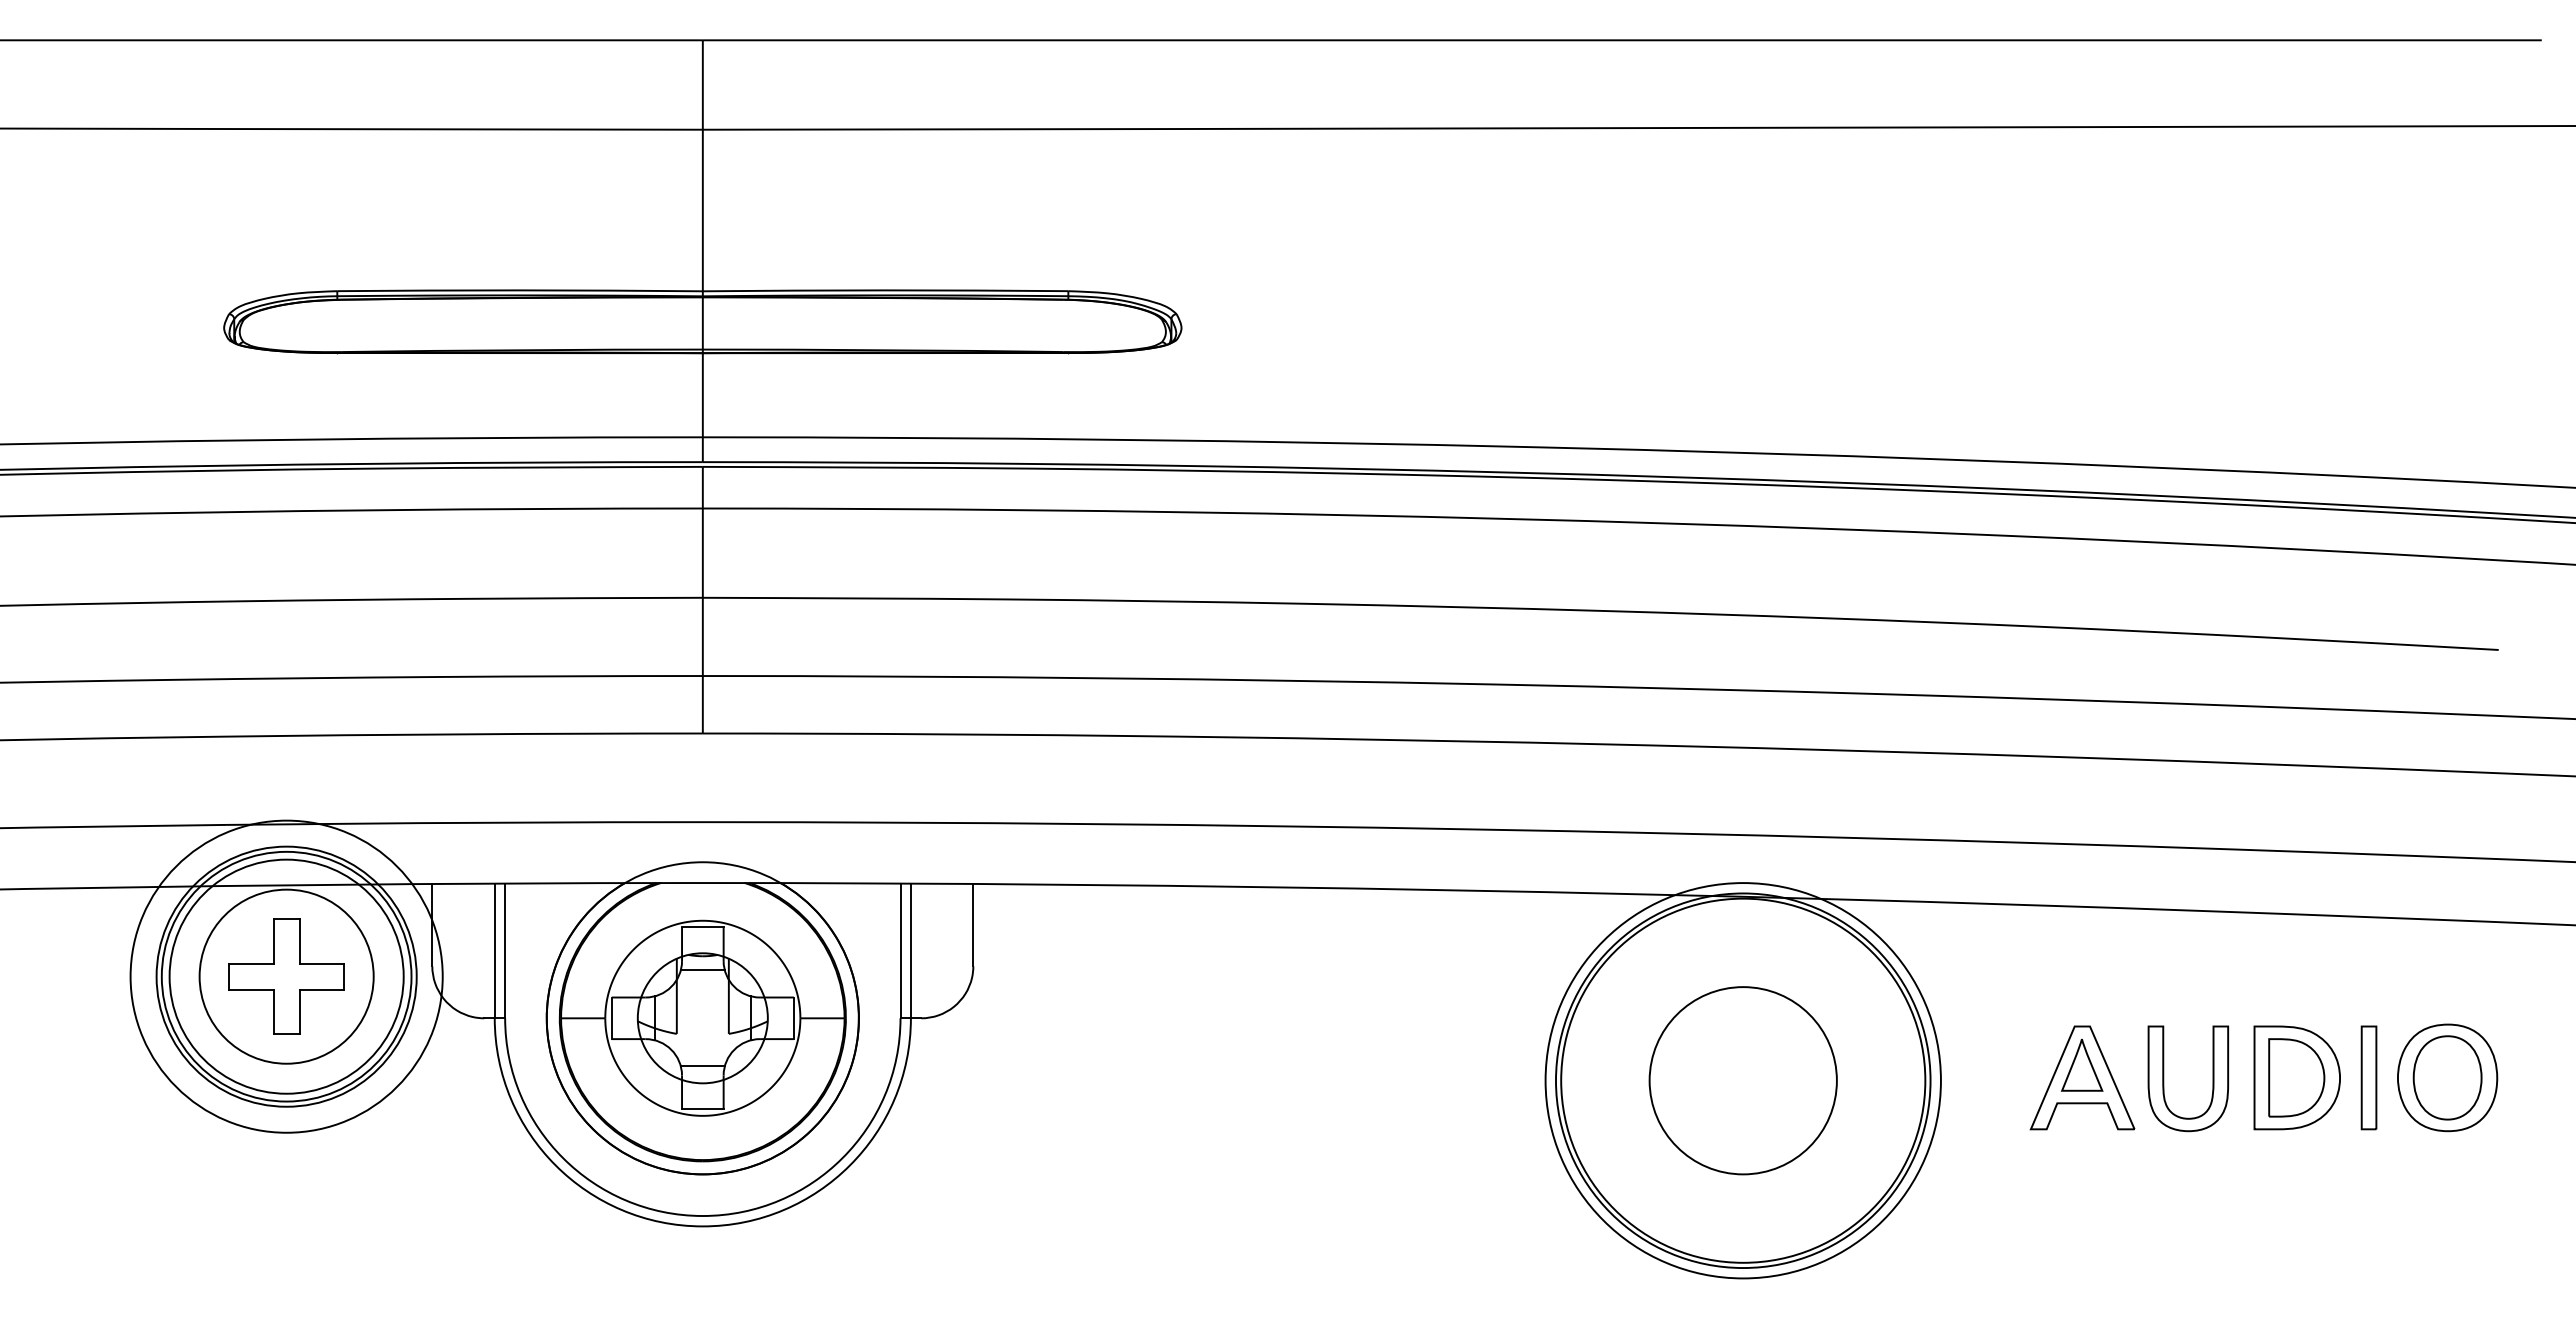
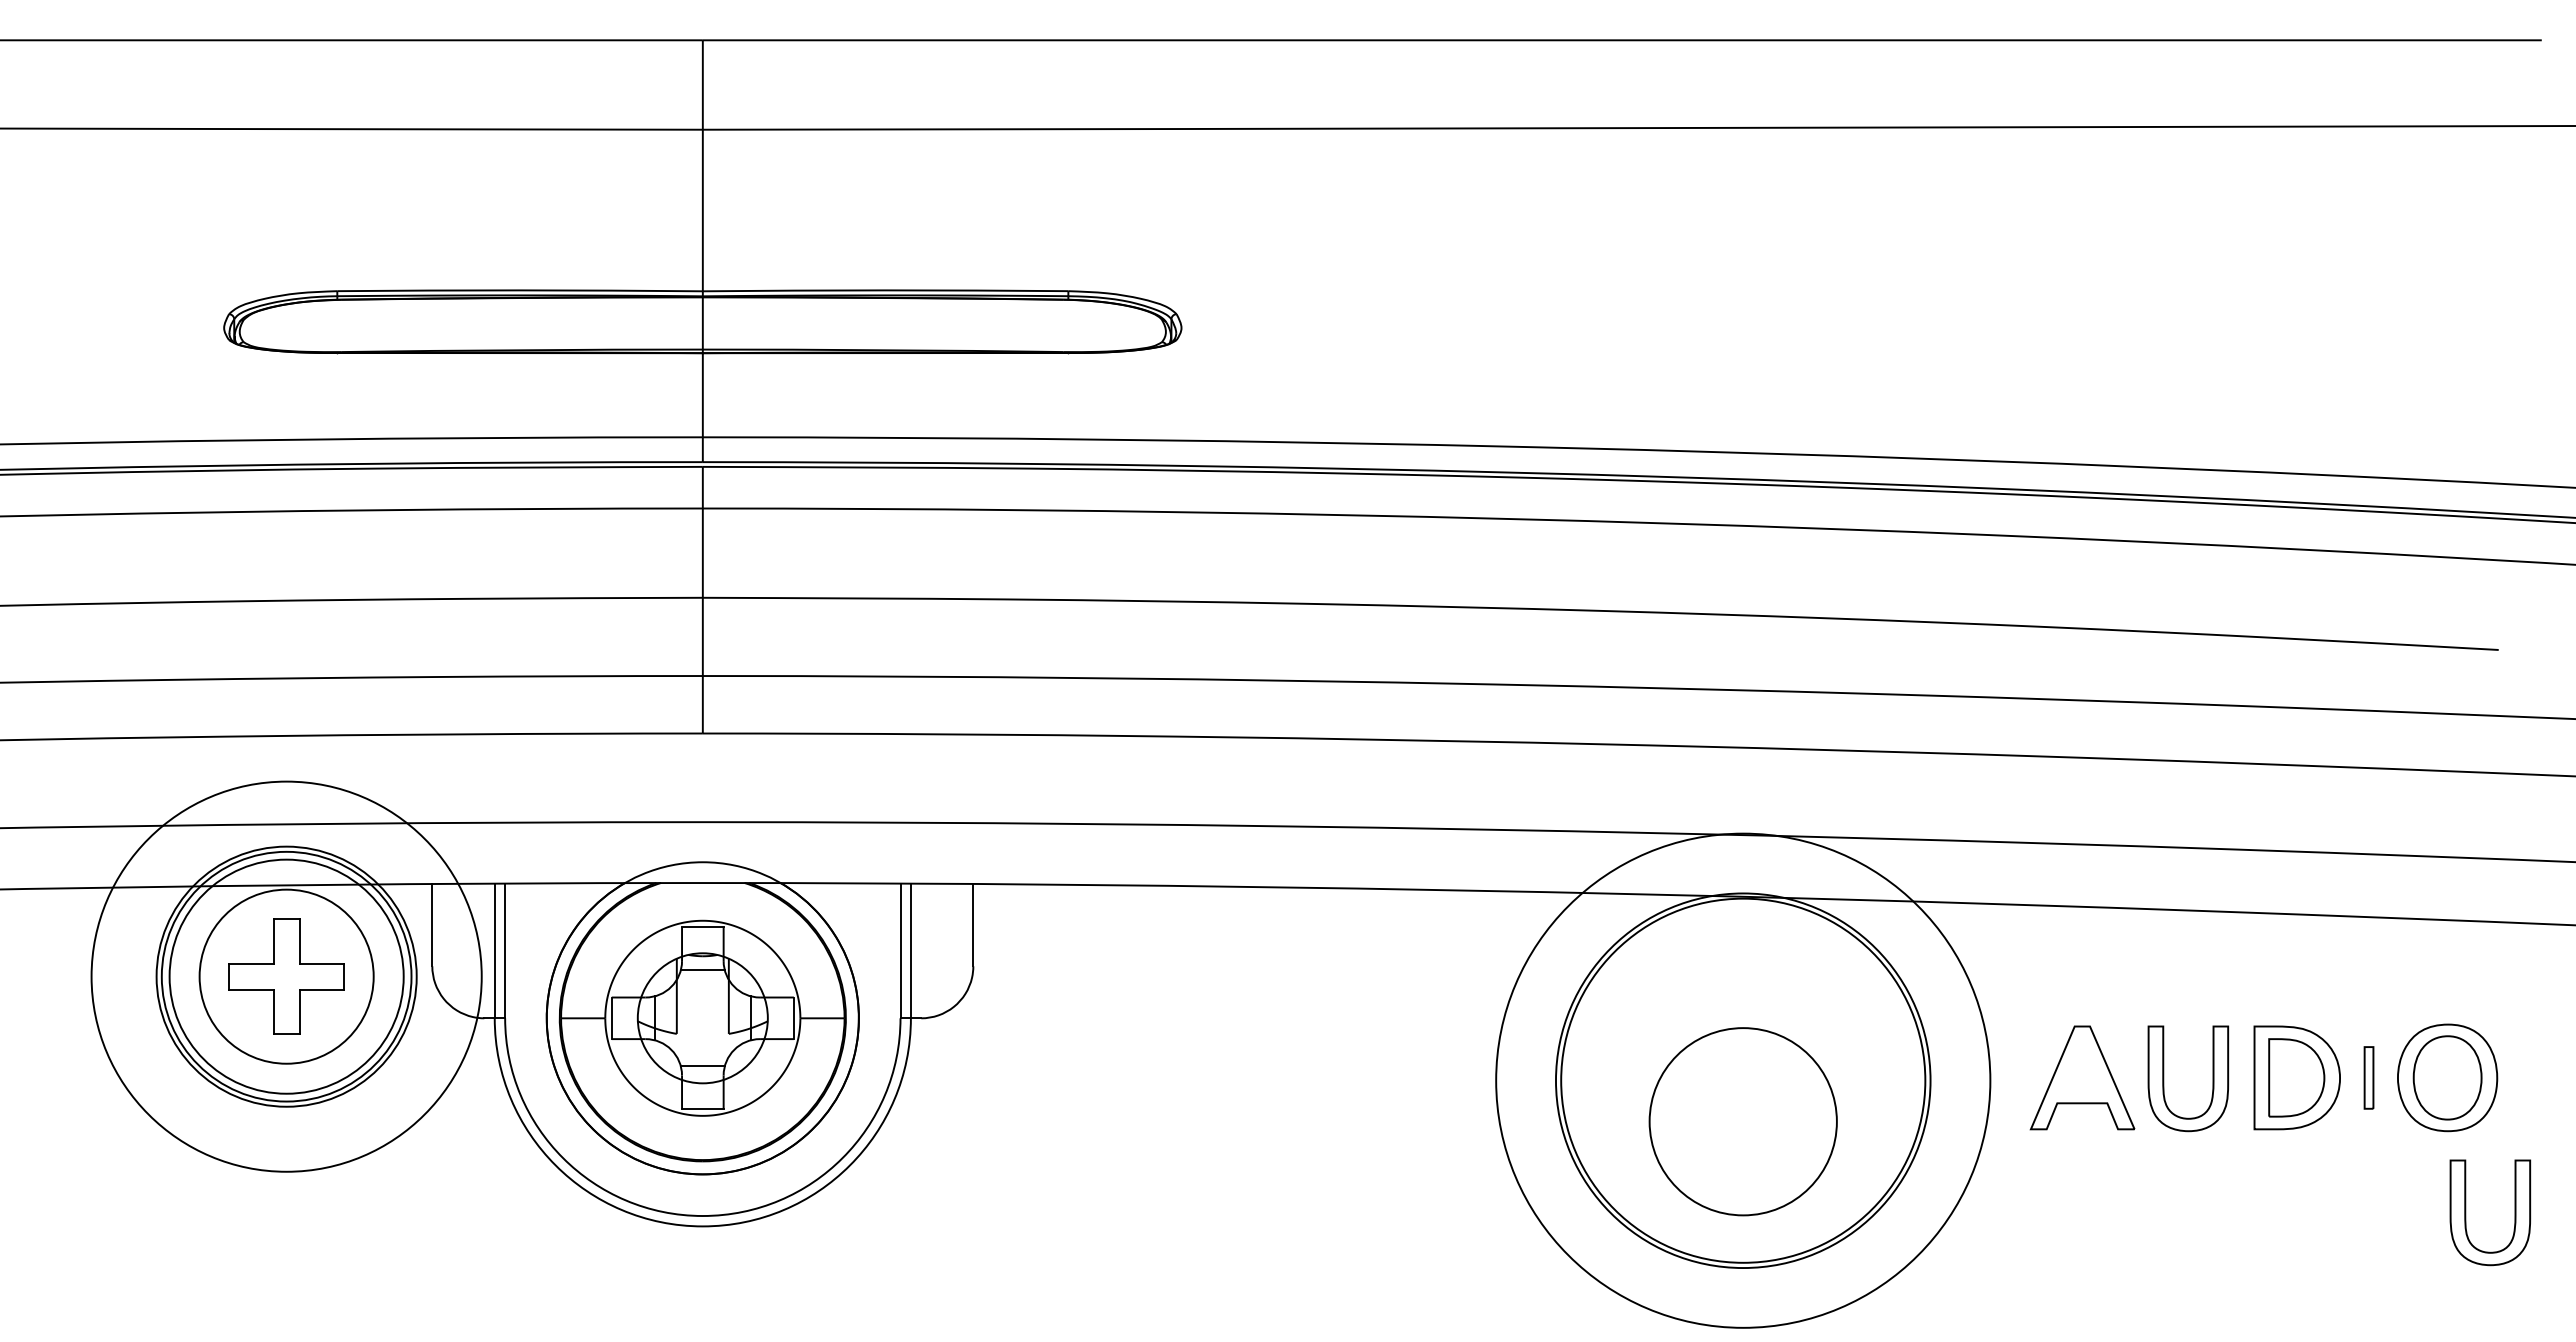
circle at (286, 976) diameter: 312 px -> 390 px
part at (2082, 1064): present -> none
part at (2368, 1077) size: 18x106 px -> 12x64 px
circle at (1742, 1080) diameter: 395 px -> 494 px
circle at (1742, 1080) position: (1742, 1080) -> (1742, 1121)
part at (2466, 1212): none -> present
